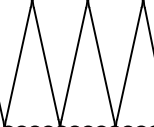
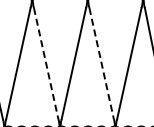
line at (46, 63): solid -> dashed
line at (101, 63): solid -> dashed
